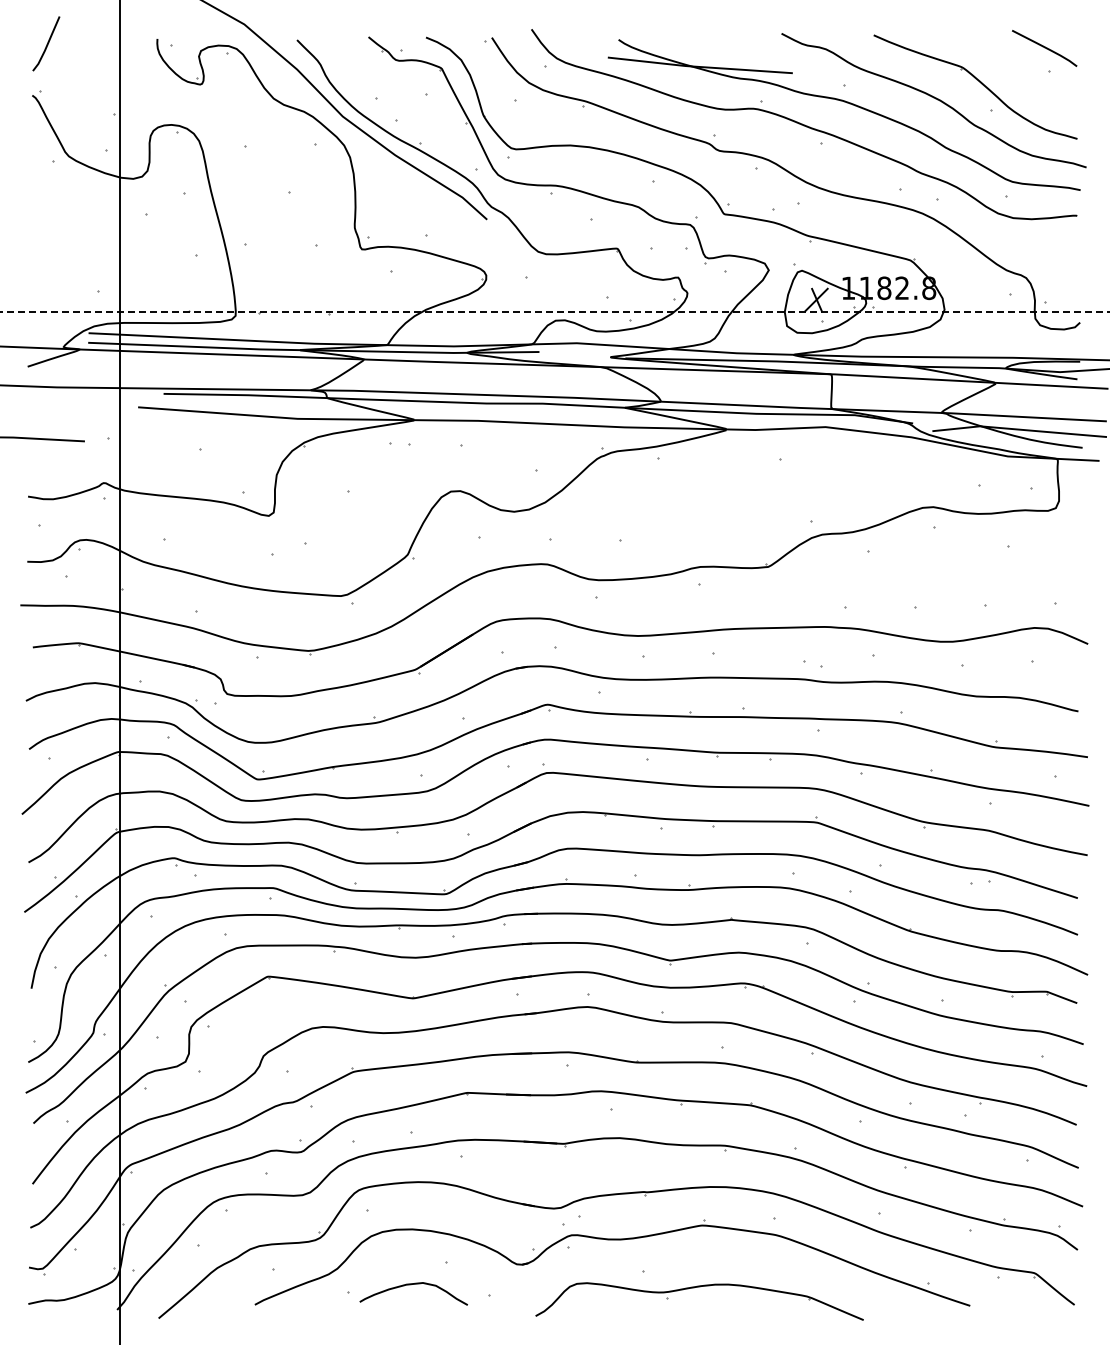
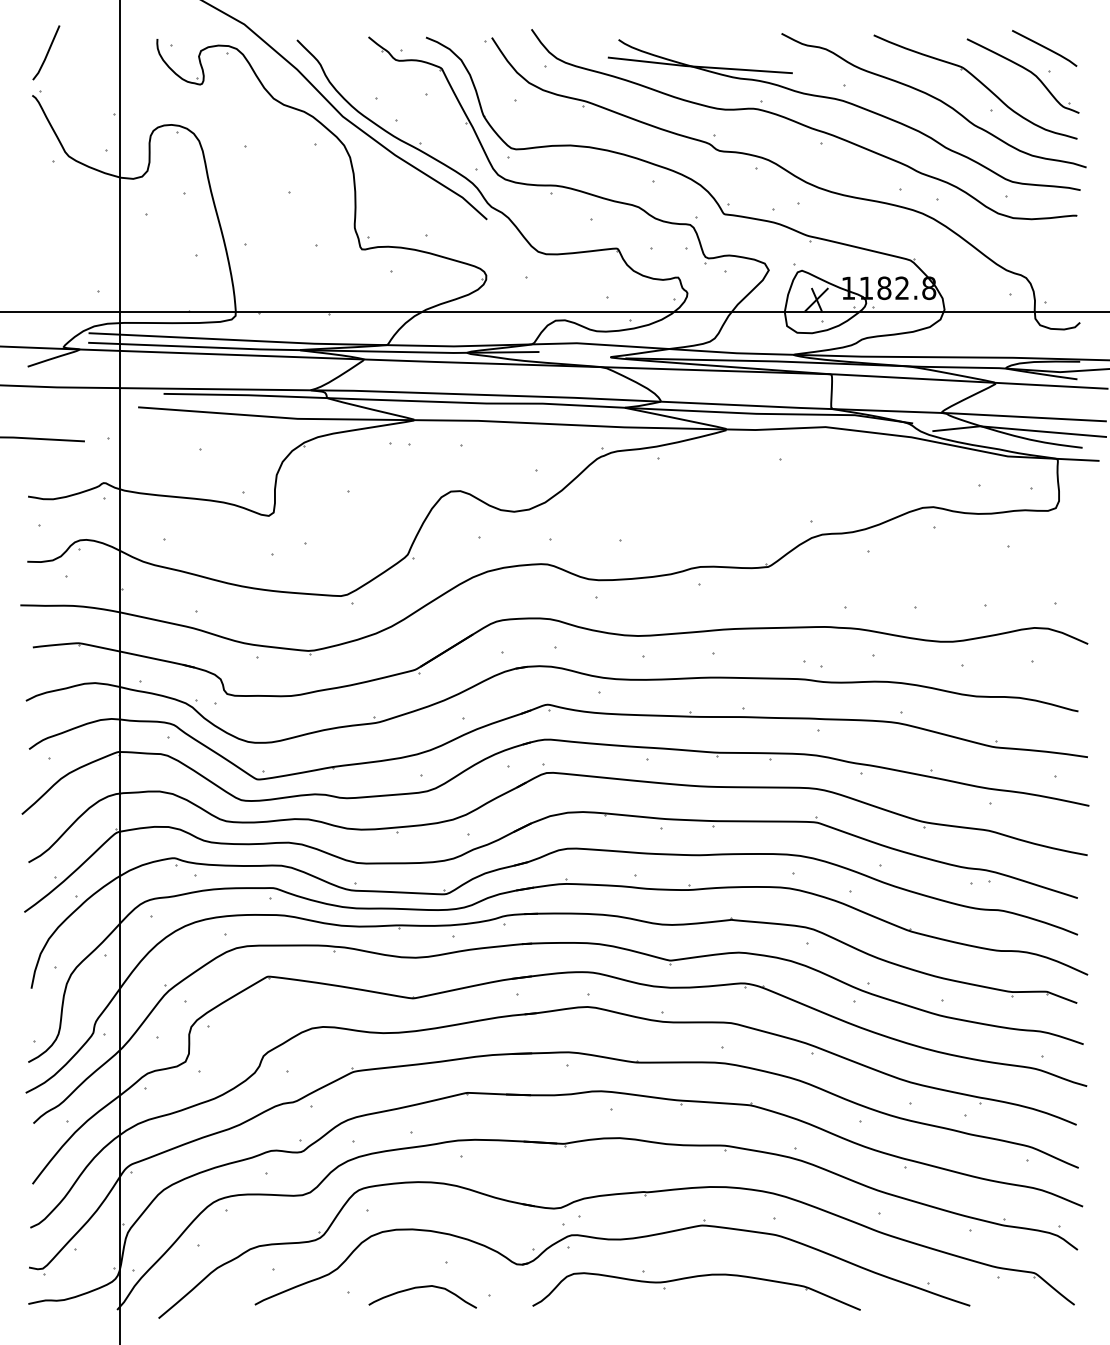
line at (47, 43) position: (47, 43) -> (47, 52)
part at (1024, 69): none -> present
line at (555, 311): dashed -> solid
curve at (411, 1285) position: (411, 1285) -> (420, 1288)
part at (694, 1288) position: (694, 1288) -> (691, 1278)
